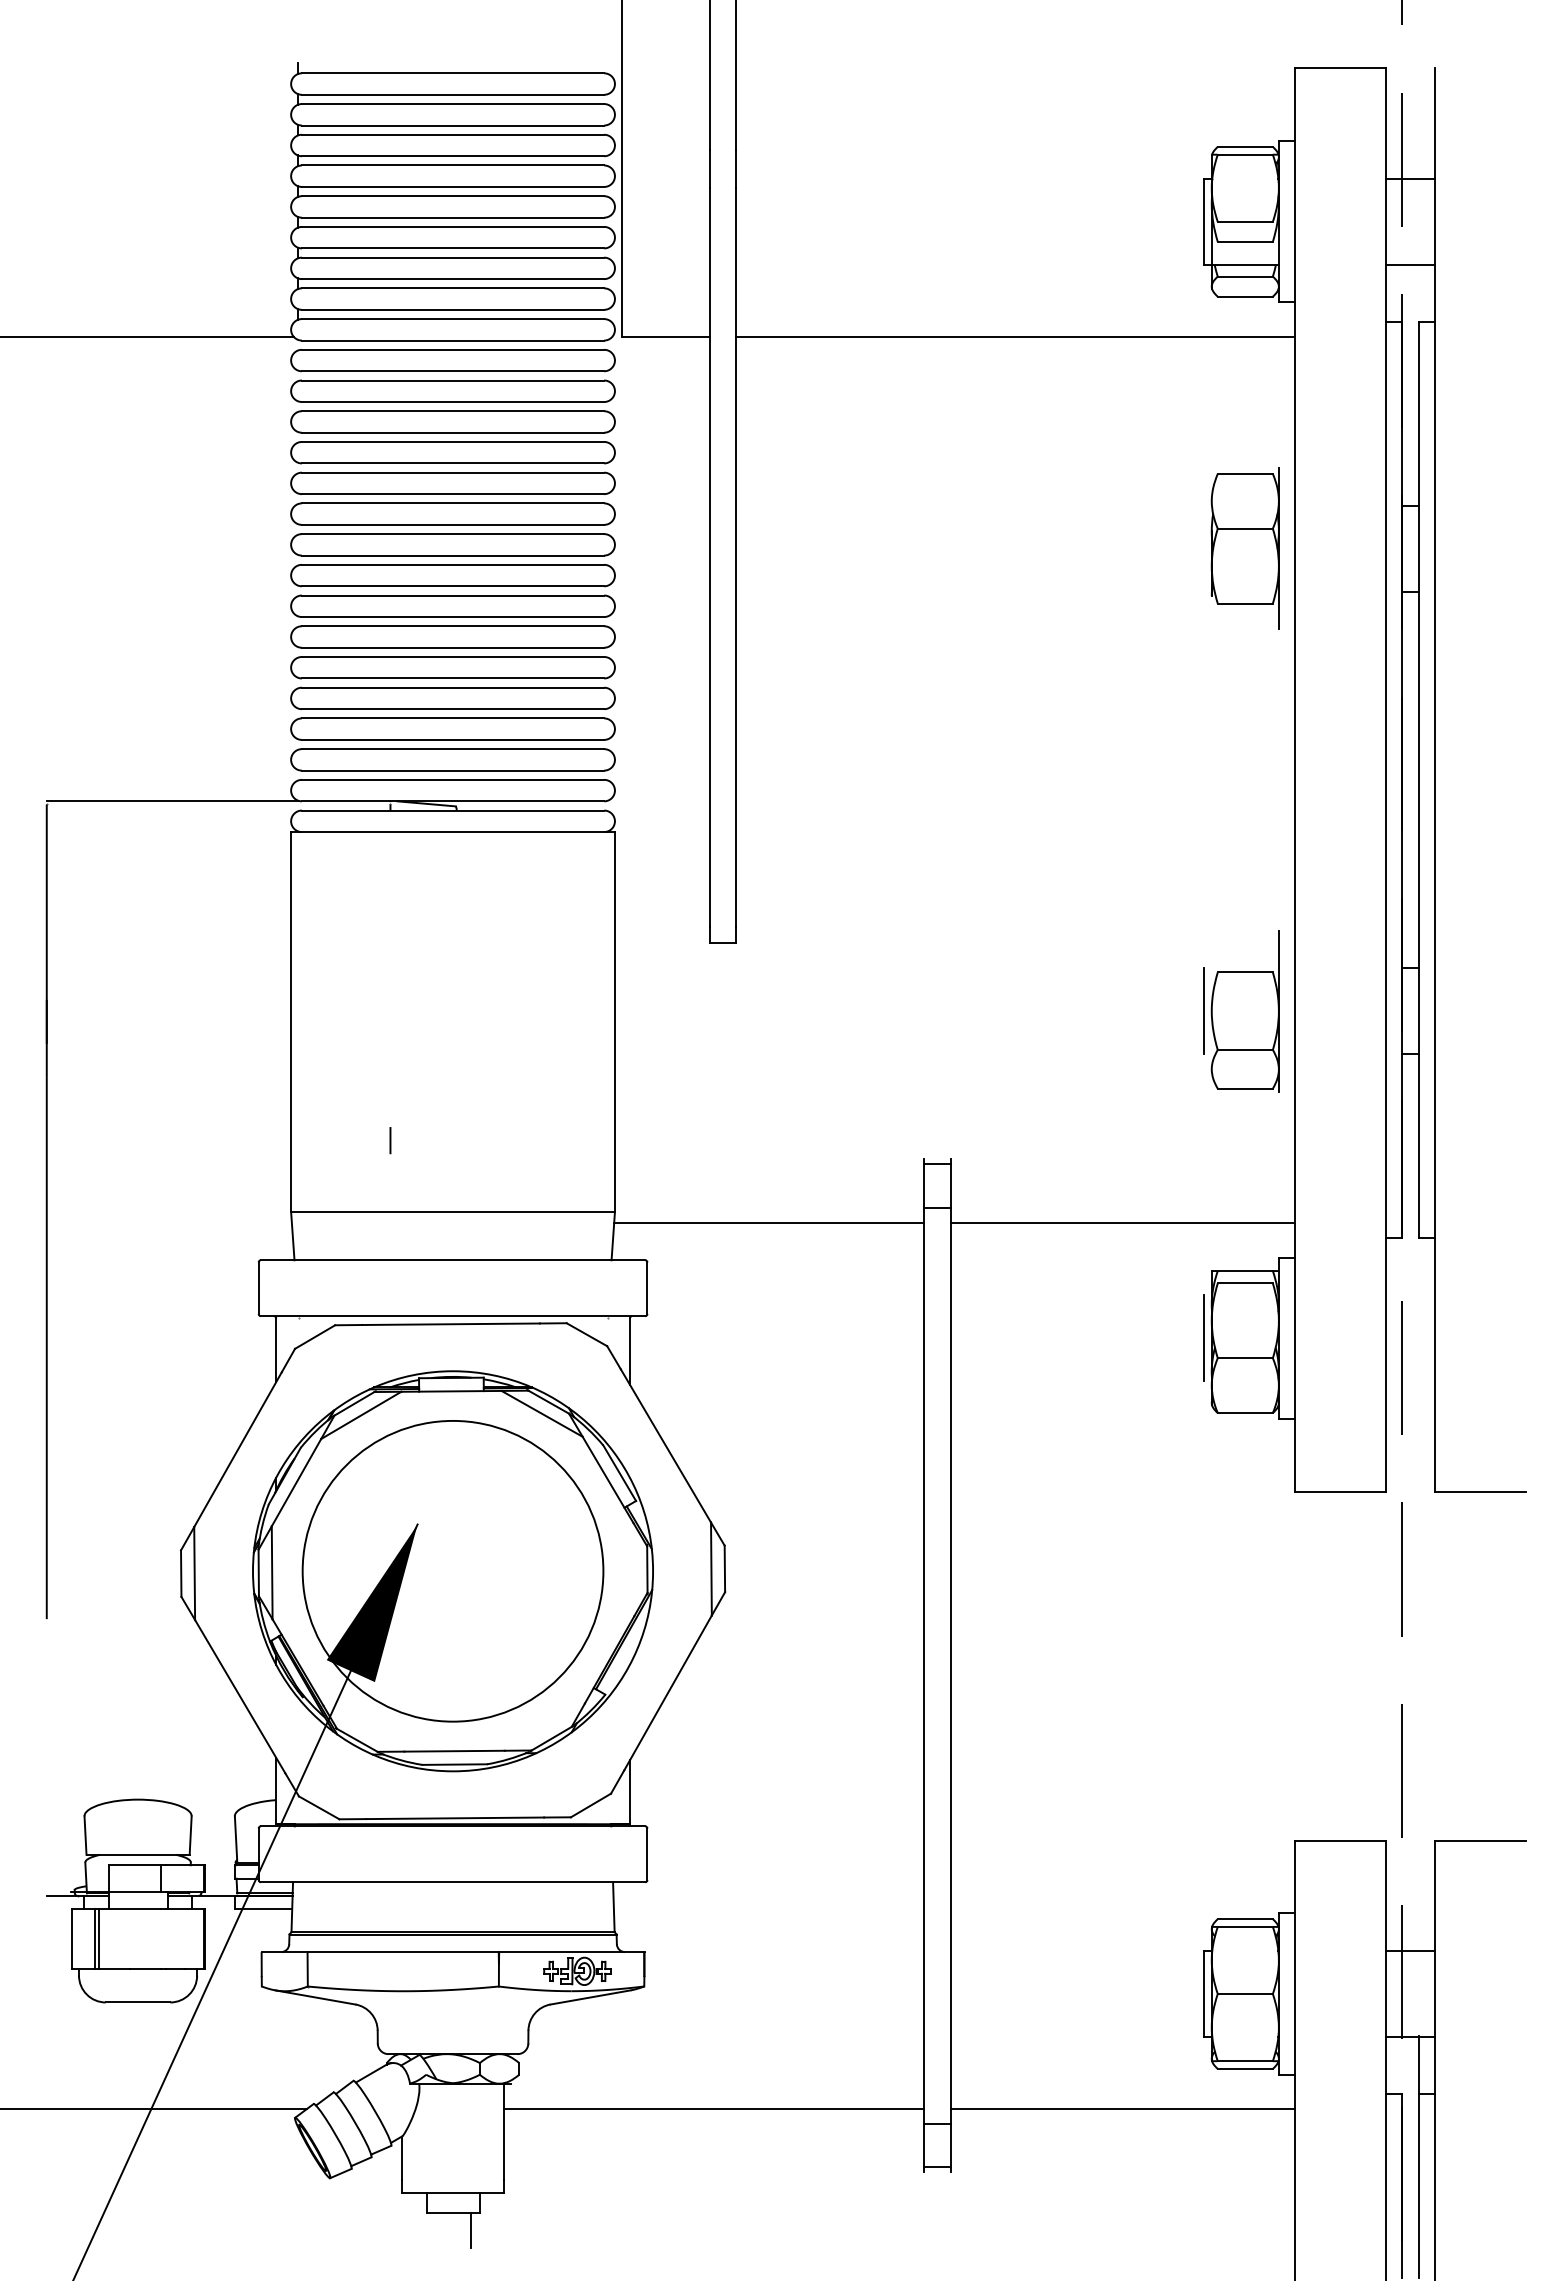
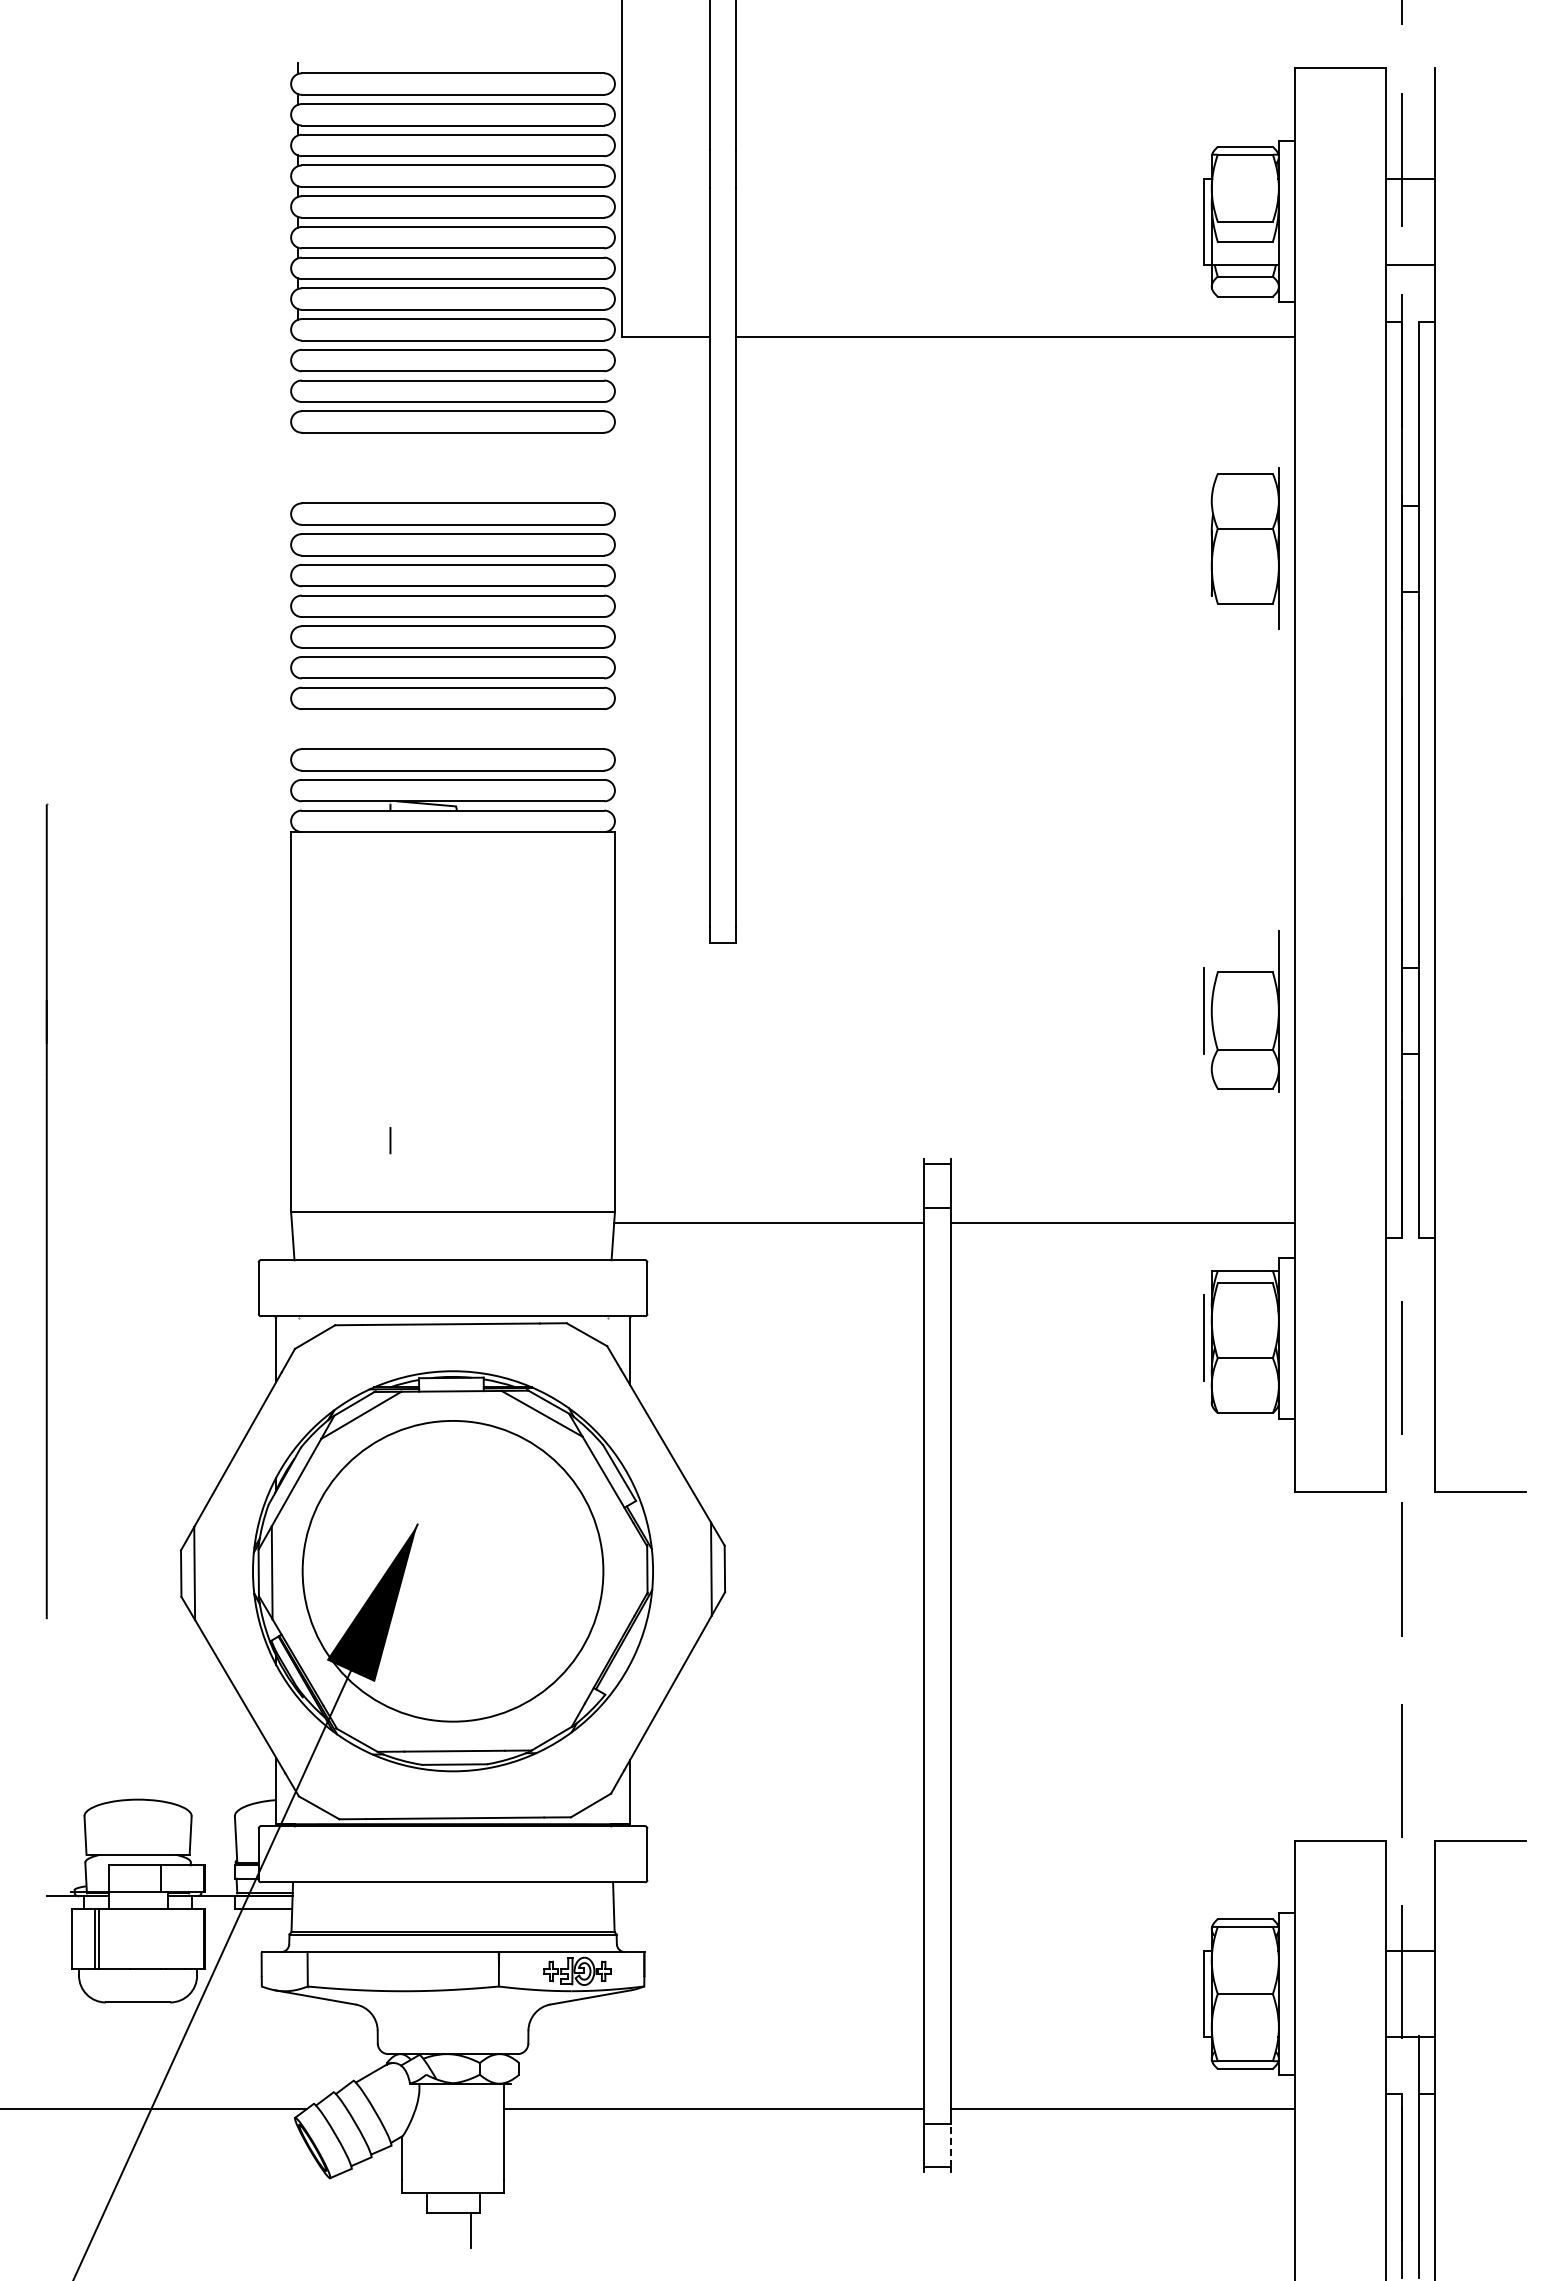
line at (147, 336): present -> none
part at (452, 467): present -> none
part at (452, 728): present -> none
line at (172, 800): present -> none
line at (951, 2145): solid -> dashed
